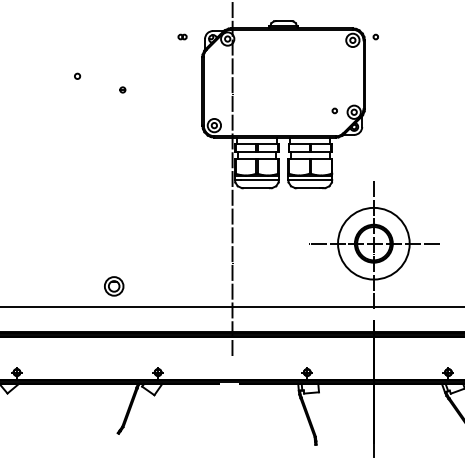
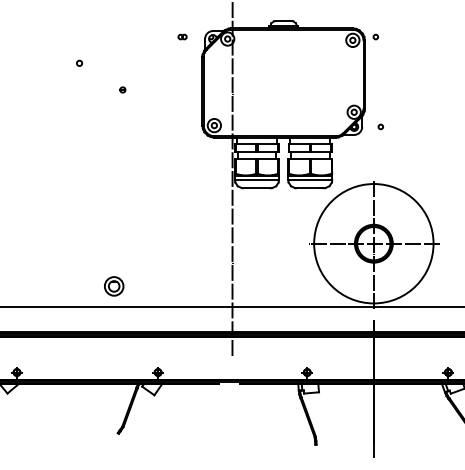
circle at (77, 75) position: (77, 75) -> (79, 62)
circle at (334, 110) position: (334, 110) -> (380, 126)
circle at (373, 243) diameter: 72 px -> 119 px
